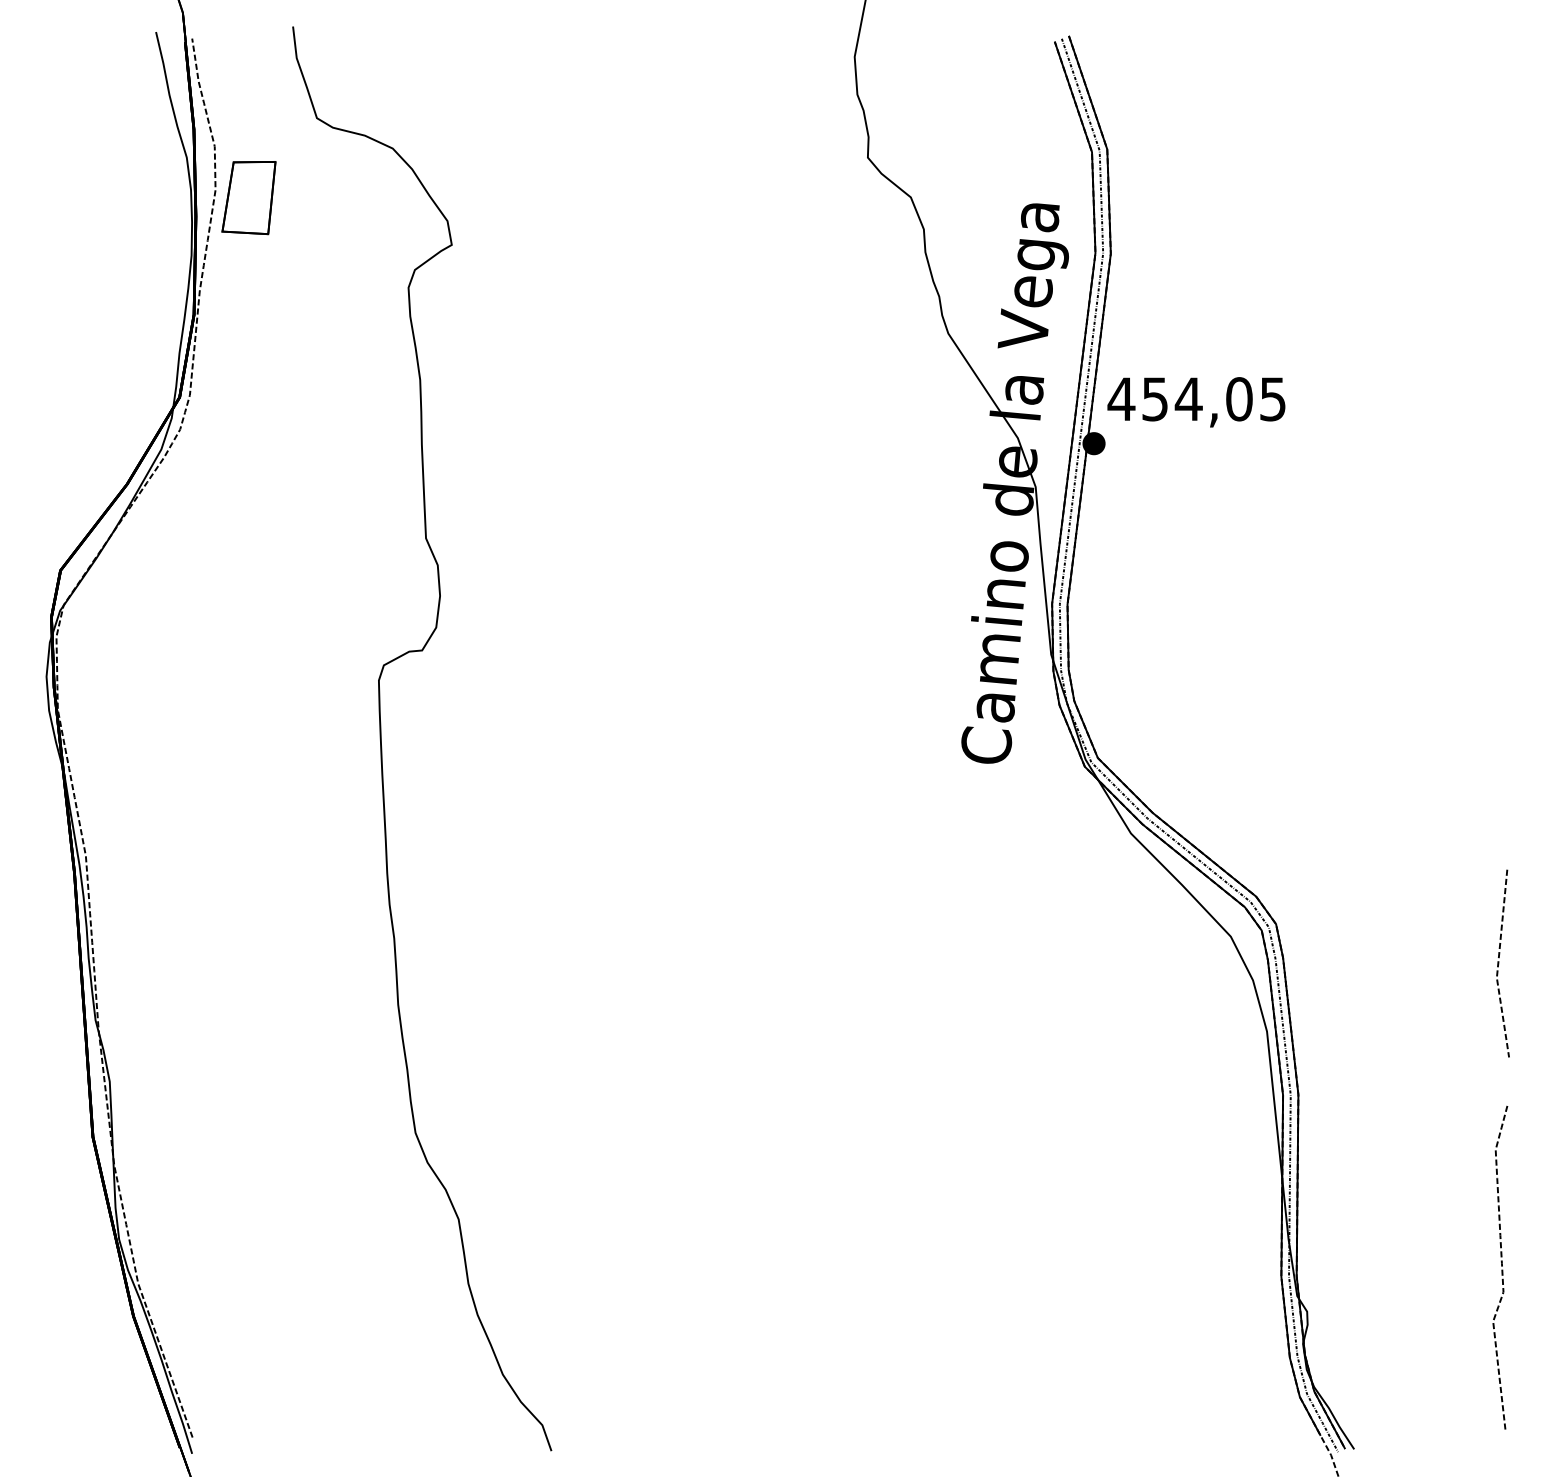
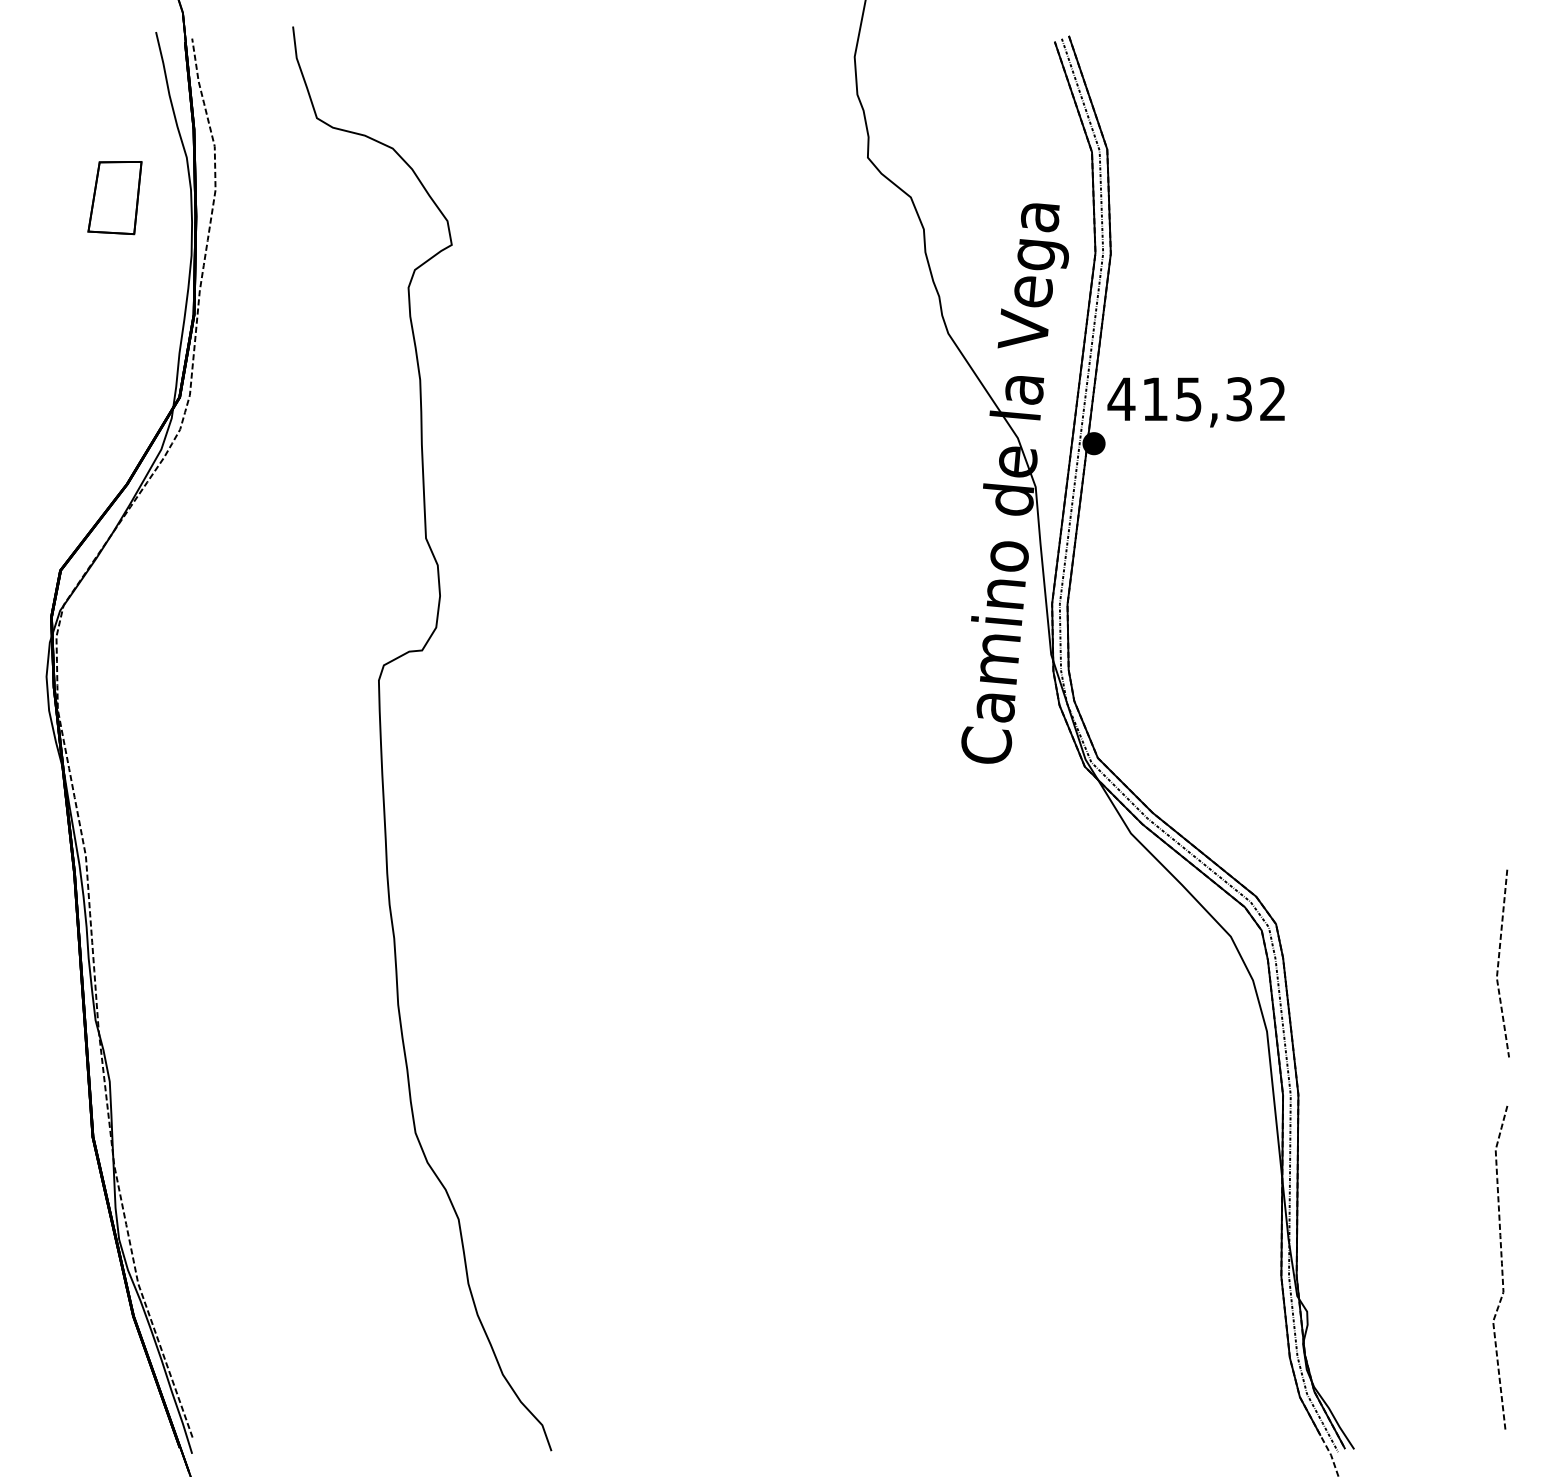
part at (248, 198) position: (248, 198) -> (114, 198)
text at (1213, 399): 454,05 -> 415,32
